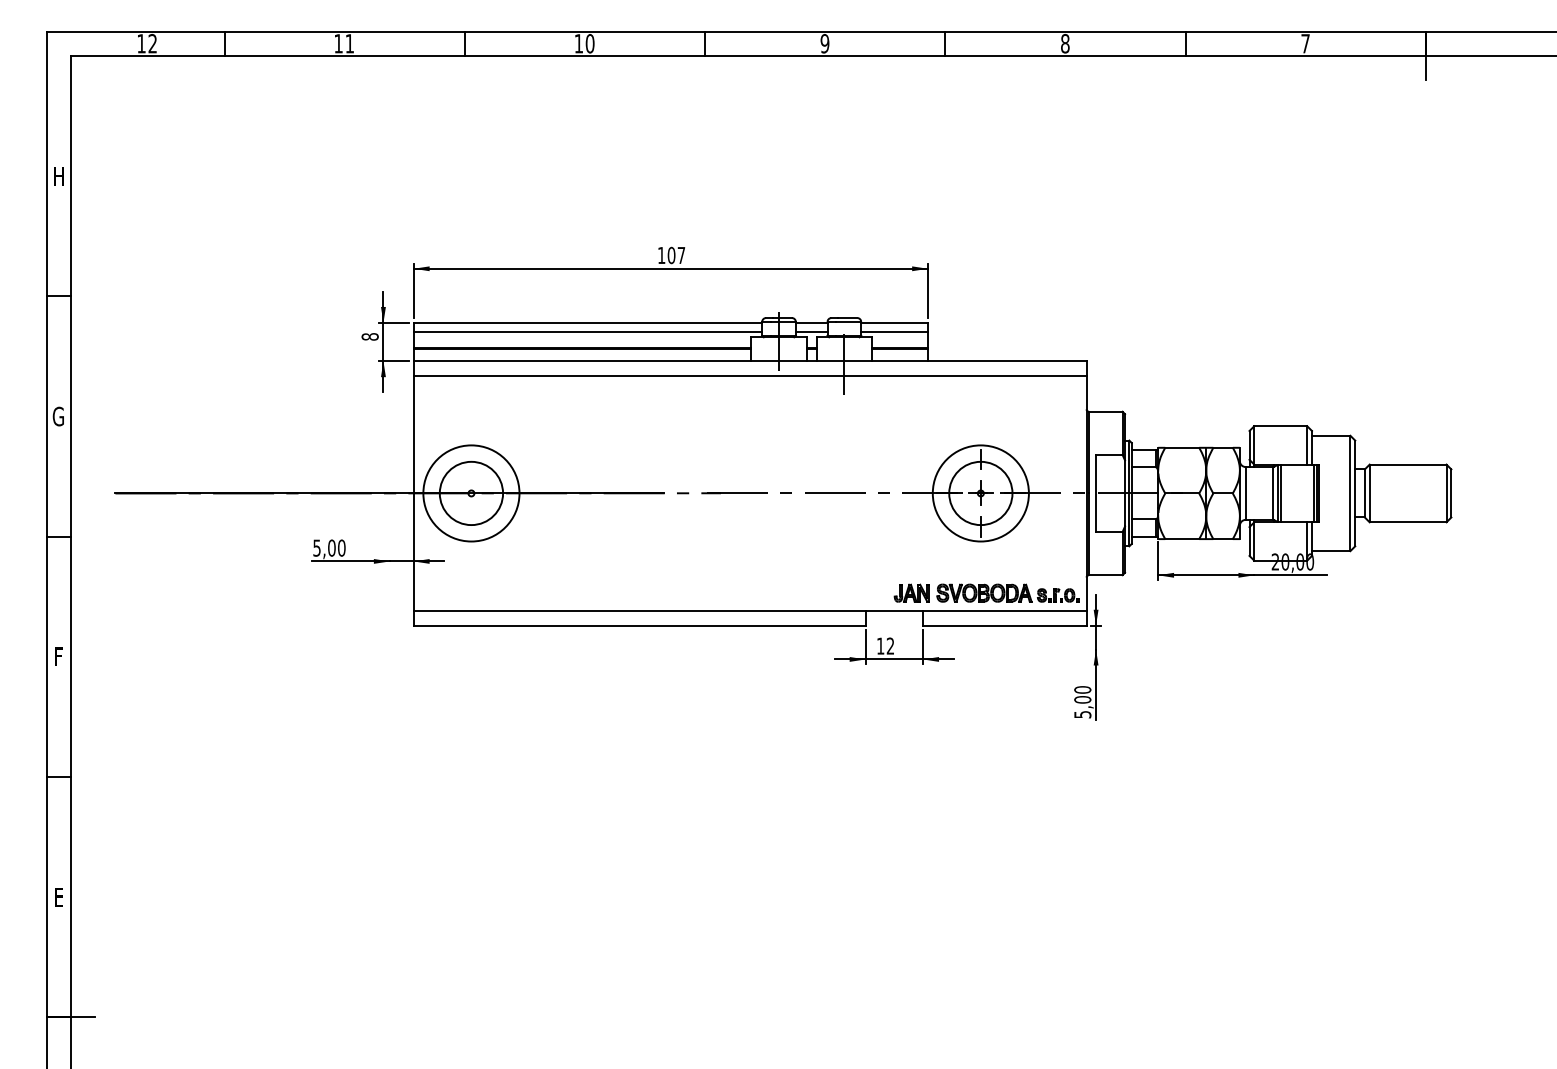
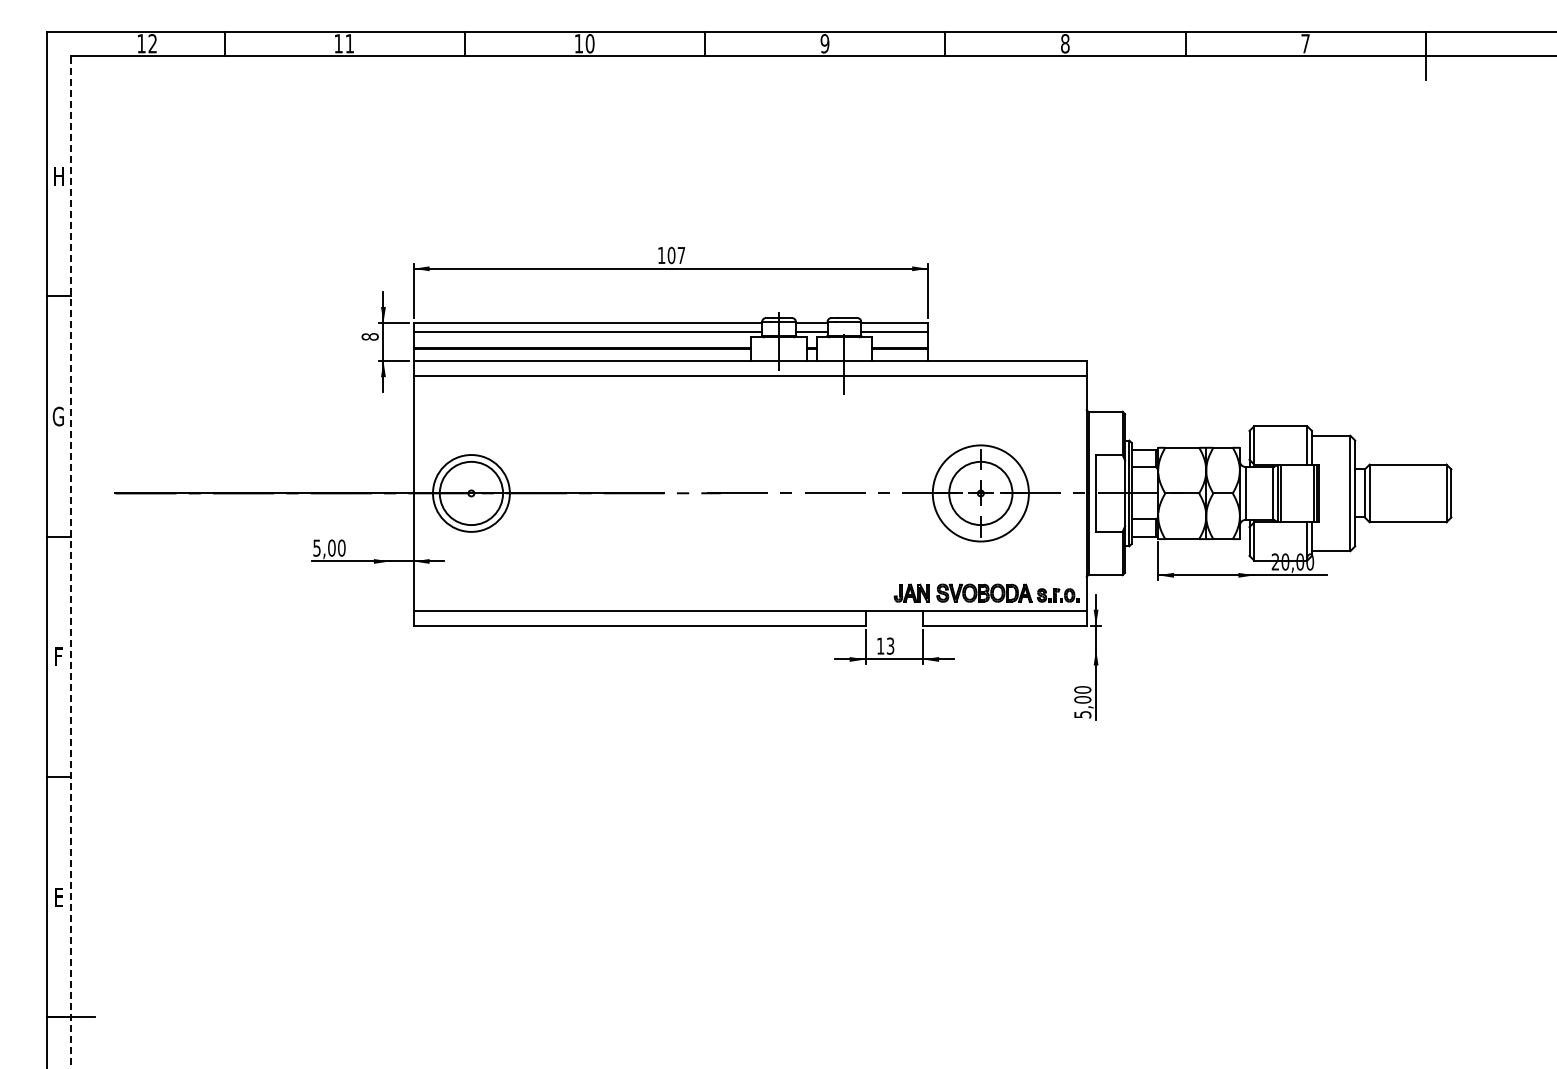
circle at (471, 493) diameter: 96 px -> 77 px
line at (70, 561): solid -> dashed
text at (890, 645): 12 -> 13
